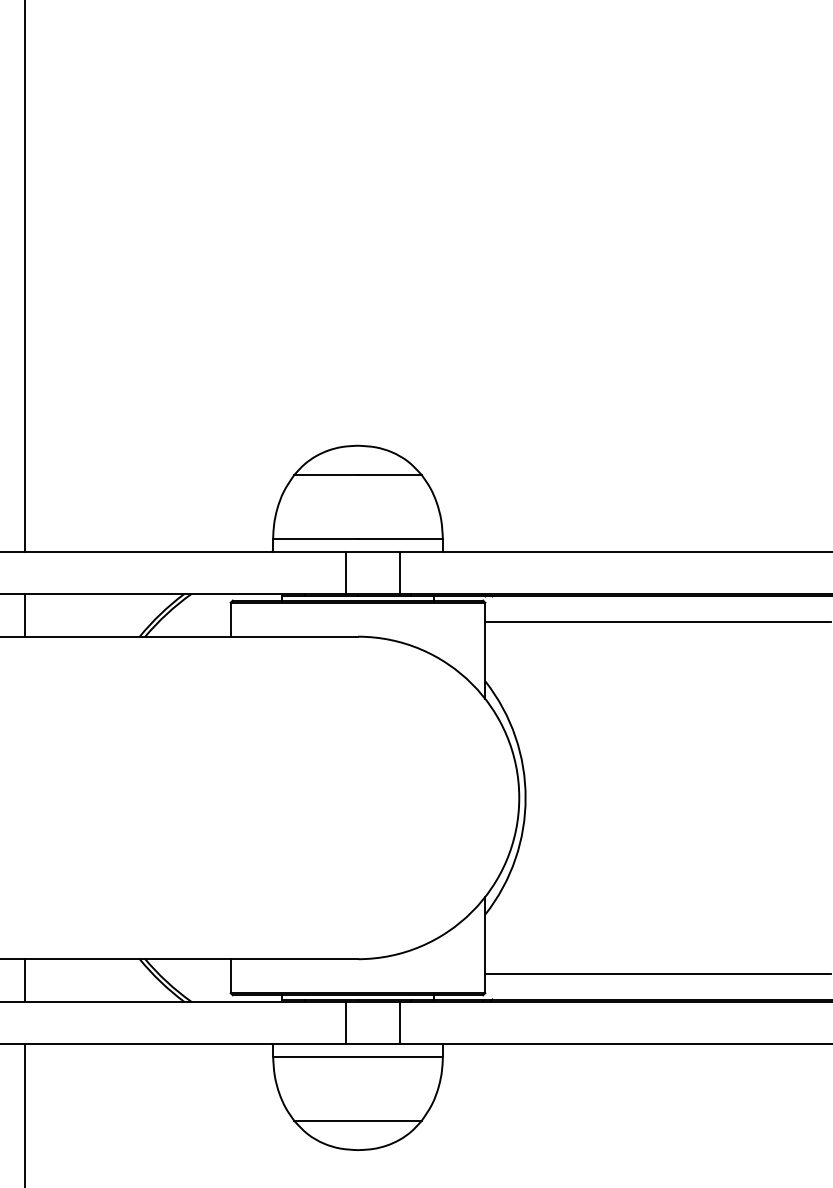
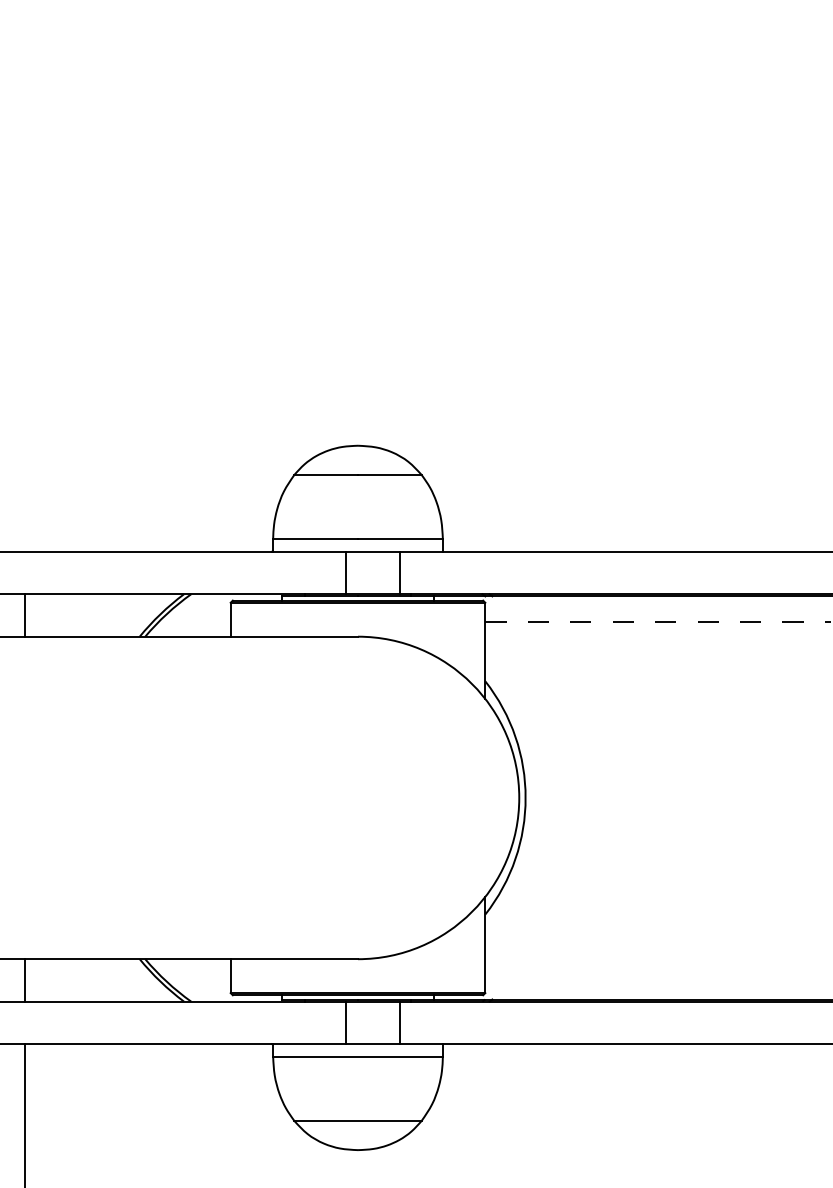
line at (24, 276): present -> none
line at (658, 621): solid -> dashed
line at (657, 974): present -> none
